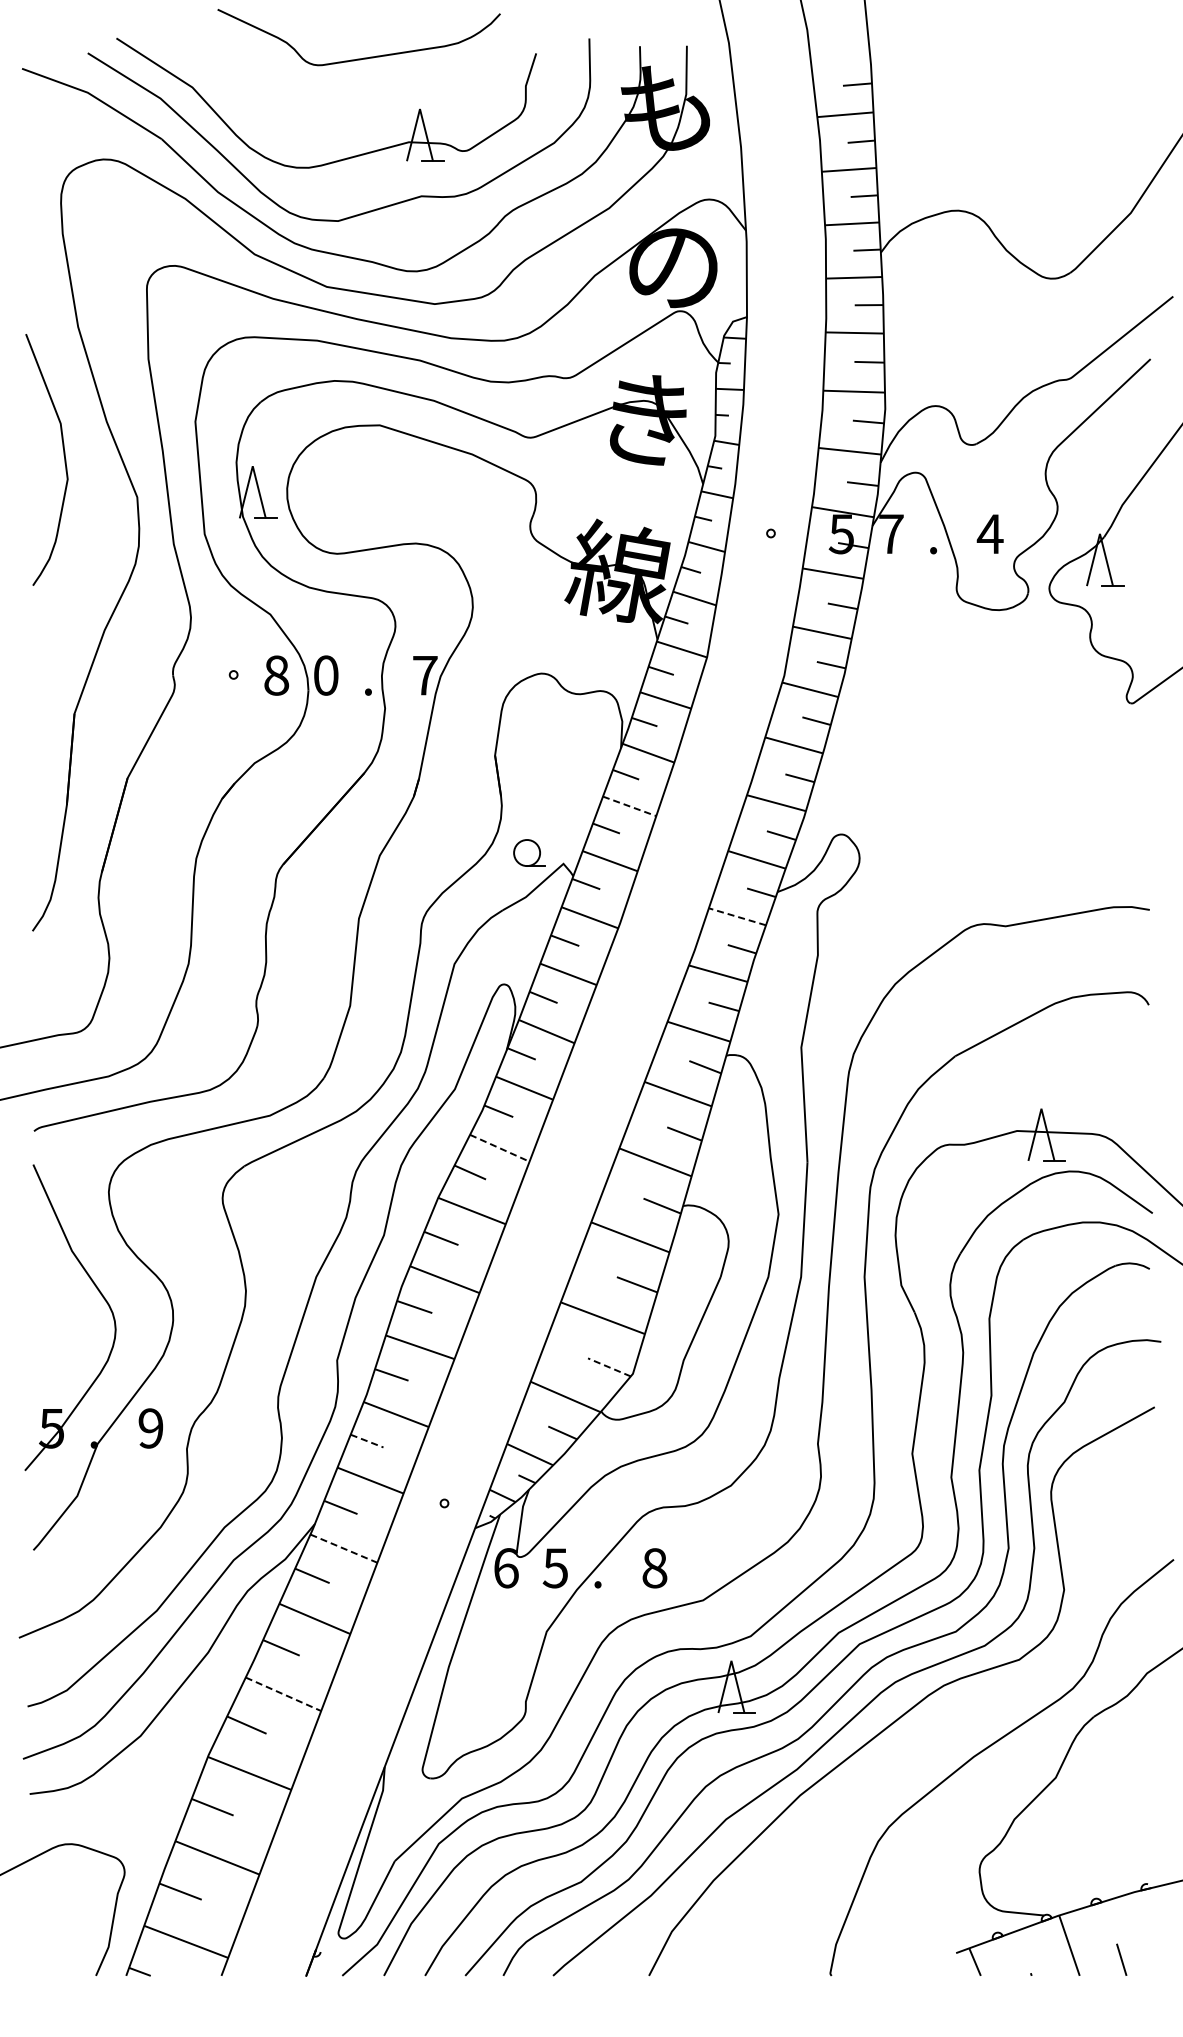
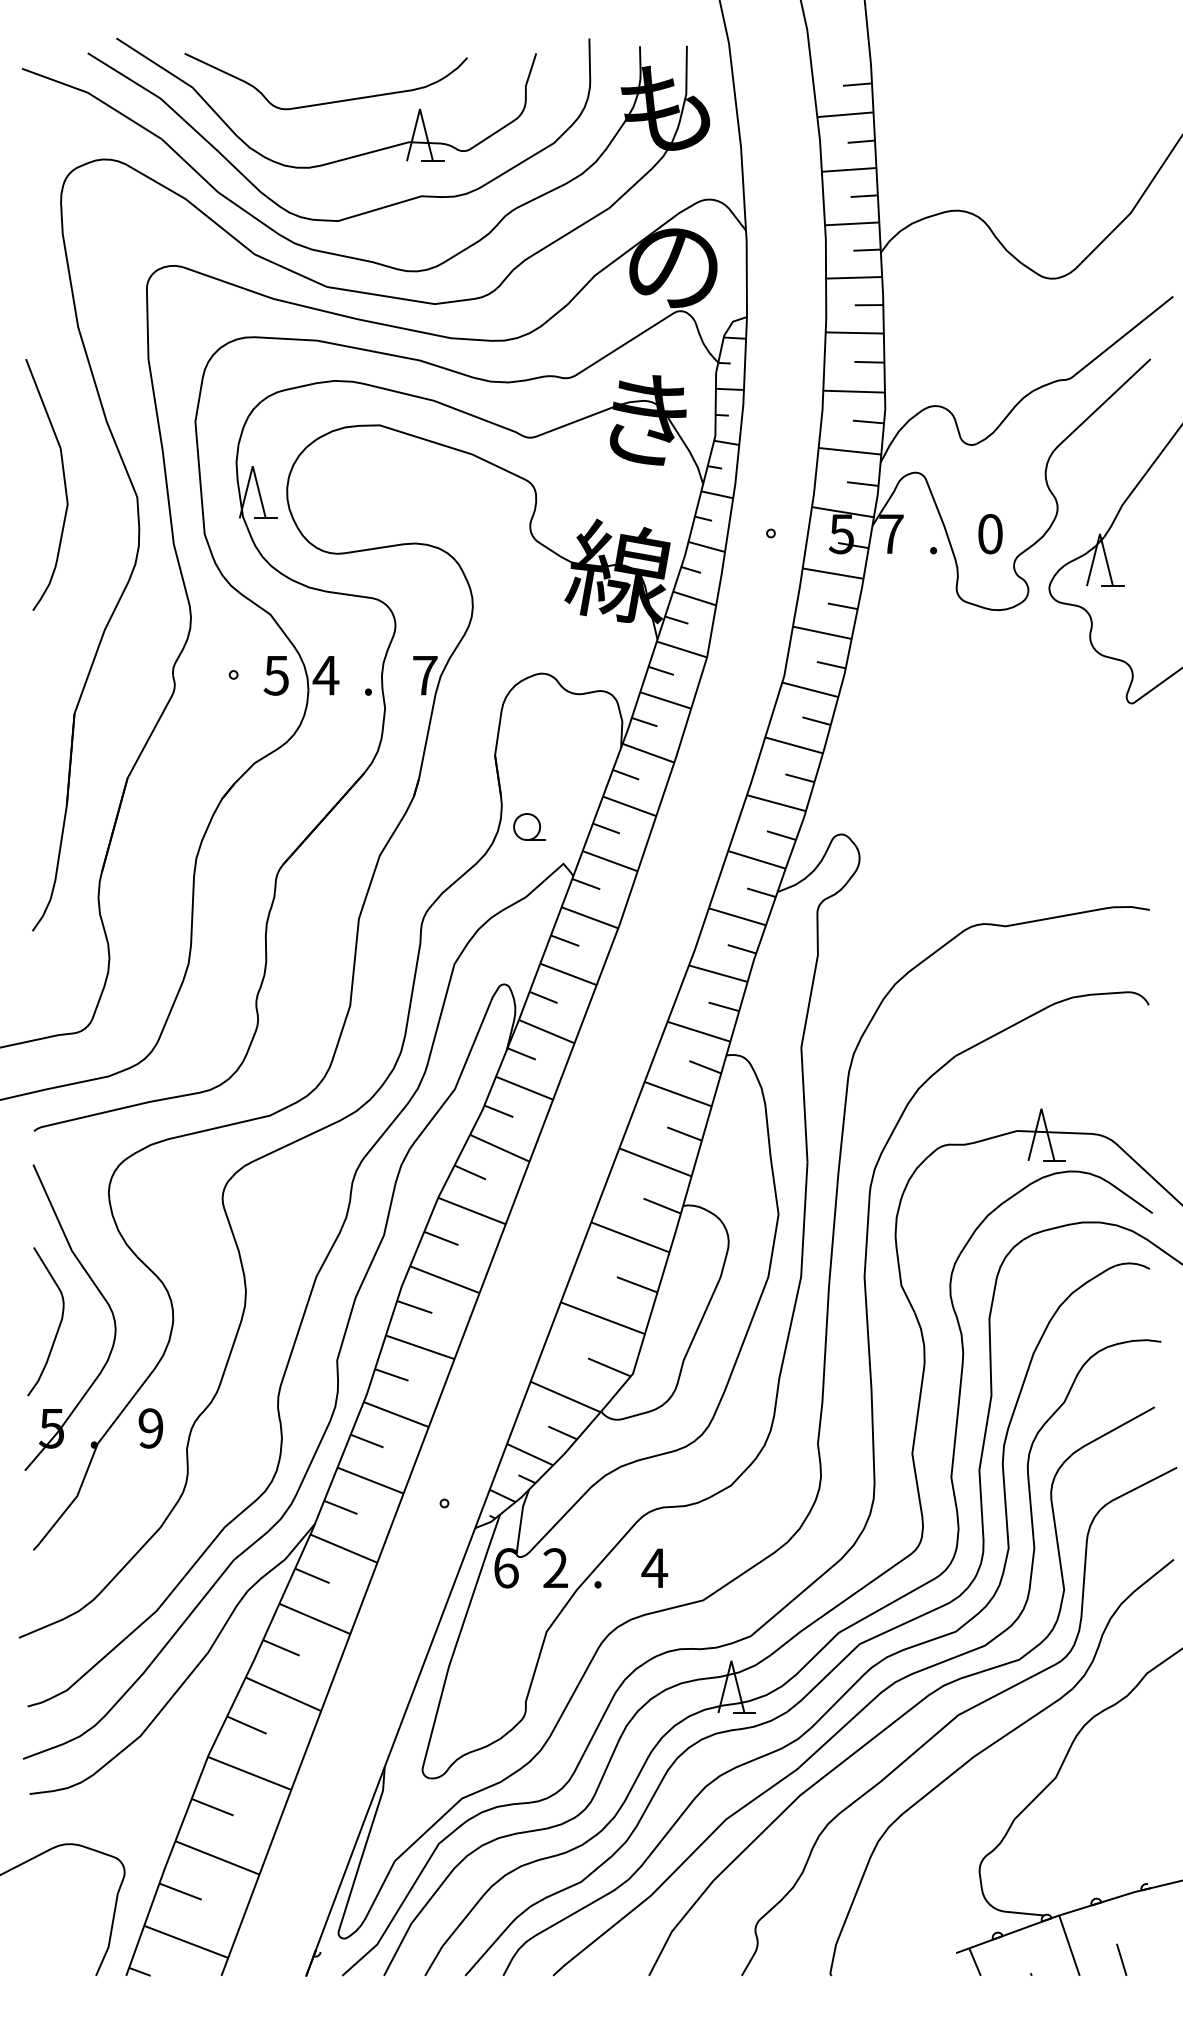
curve at (363, 57) position: (363, 57) -> (330, 101)
curve at (63, 455) position: (63, 455) -> (63, 480)
text at (989, 534): 4 -> 0
text at (276, 675): 8 -> 5
text at (325, 675): 0 -> 4
line at (630, 806): dashed -> solid
part at (529, 852) position: (529, 852) -> (529, 826)
line at (737, 916): dashed -> solid
line at (499, 1148): dashed -> solid
curve at (58, 1325): none -> present
line at (608, 1367): dashed -> solid
line at (367, 1441): dashed -> solid
line at (344, 1548): dashed -> solid
text at (554, 1568): 5 -> 2
text at (654, 1568): 8 -> 4
line at (283, 1694): dashed -> solid
part at (959, 1721): none -> present
